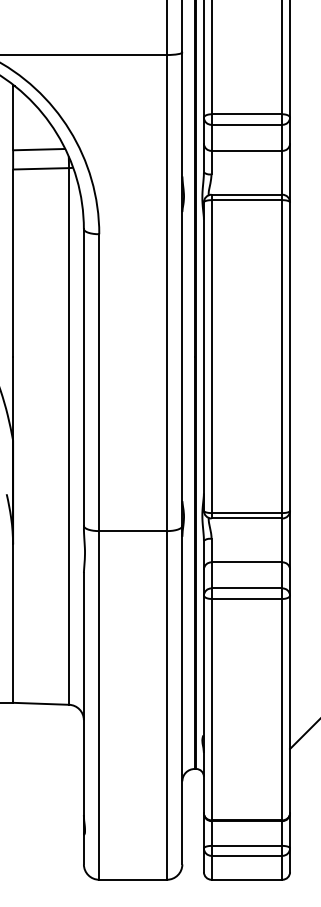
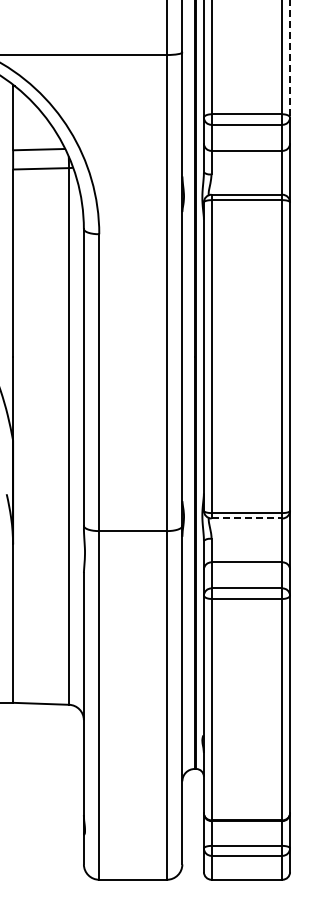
line at (290, 59): solid -> dashed
line at (247, 518): solid -> dashed
line at (303, 734): present -> none
